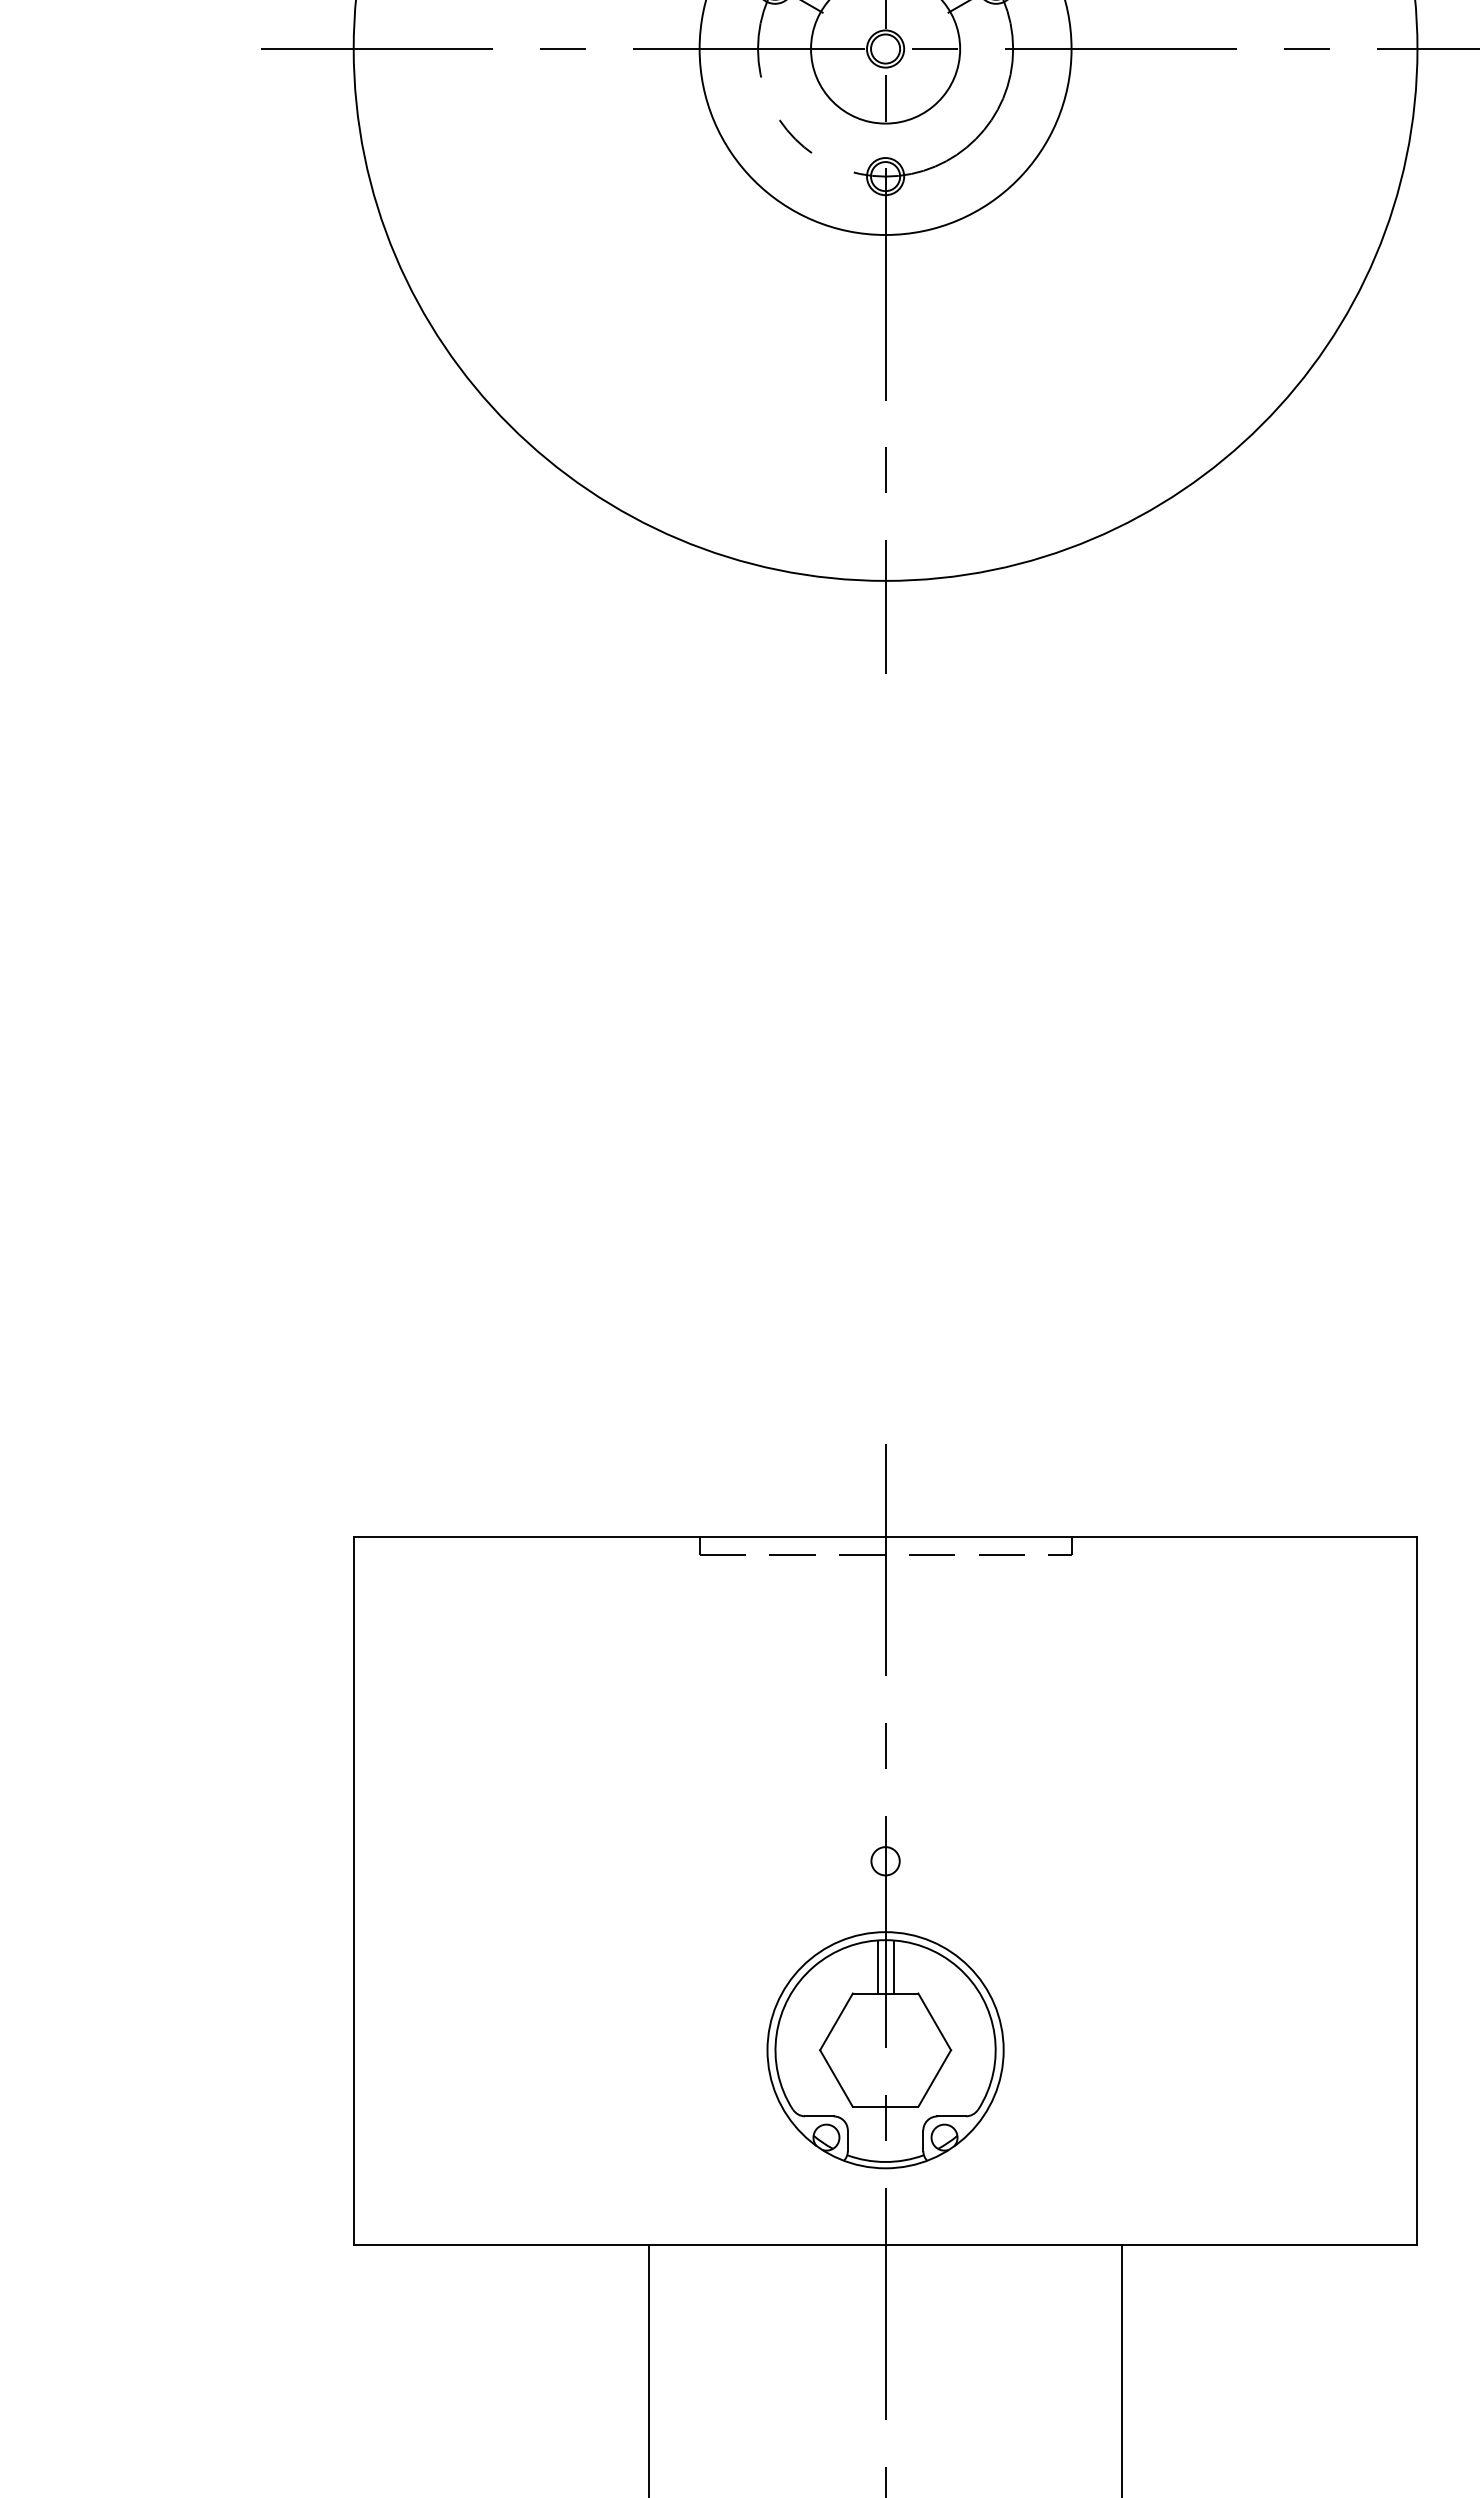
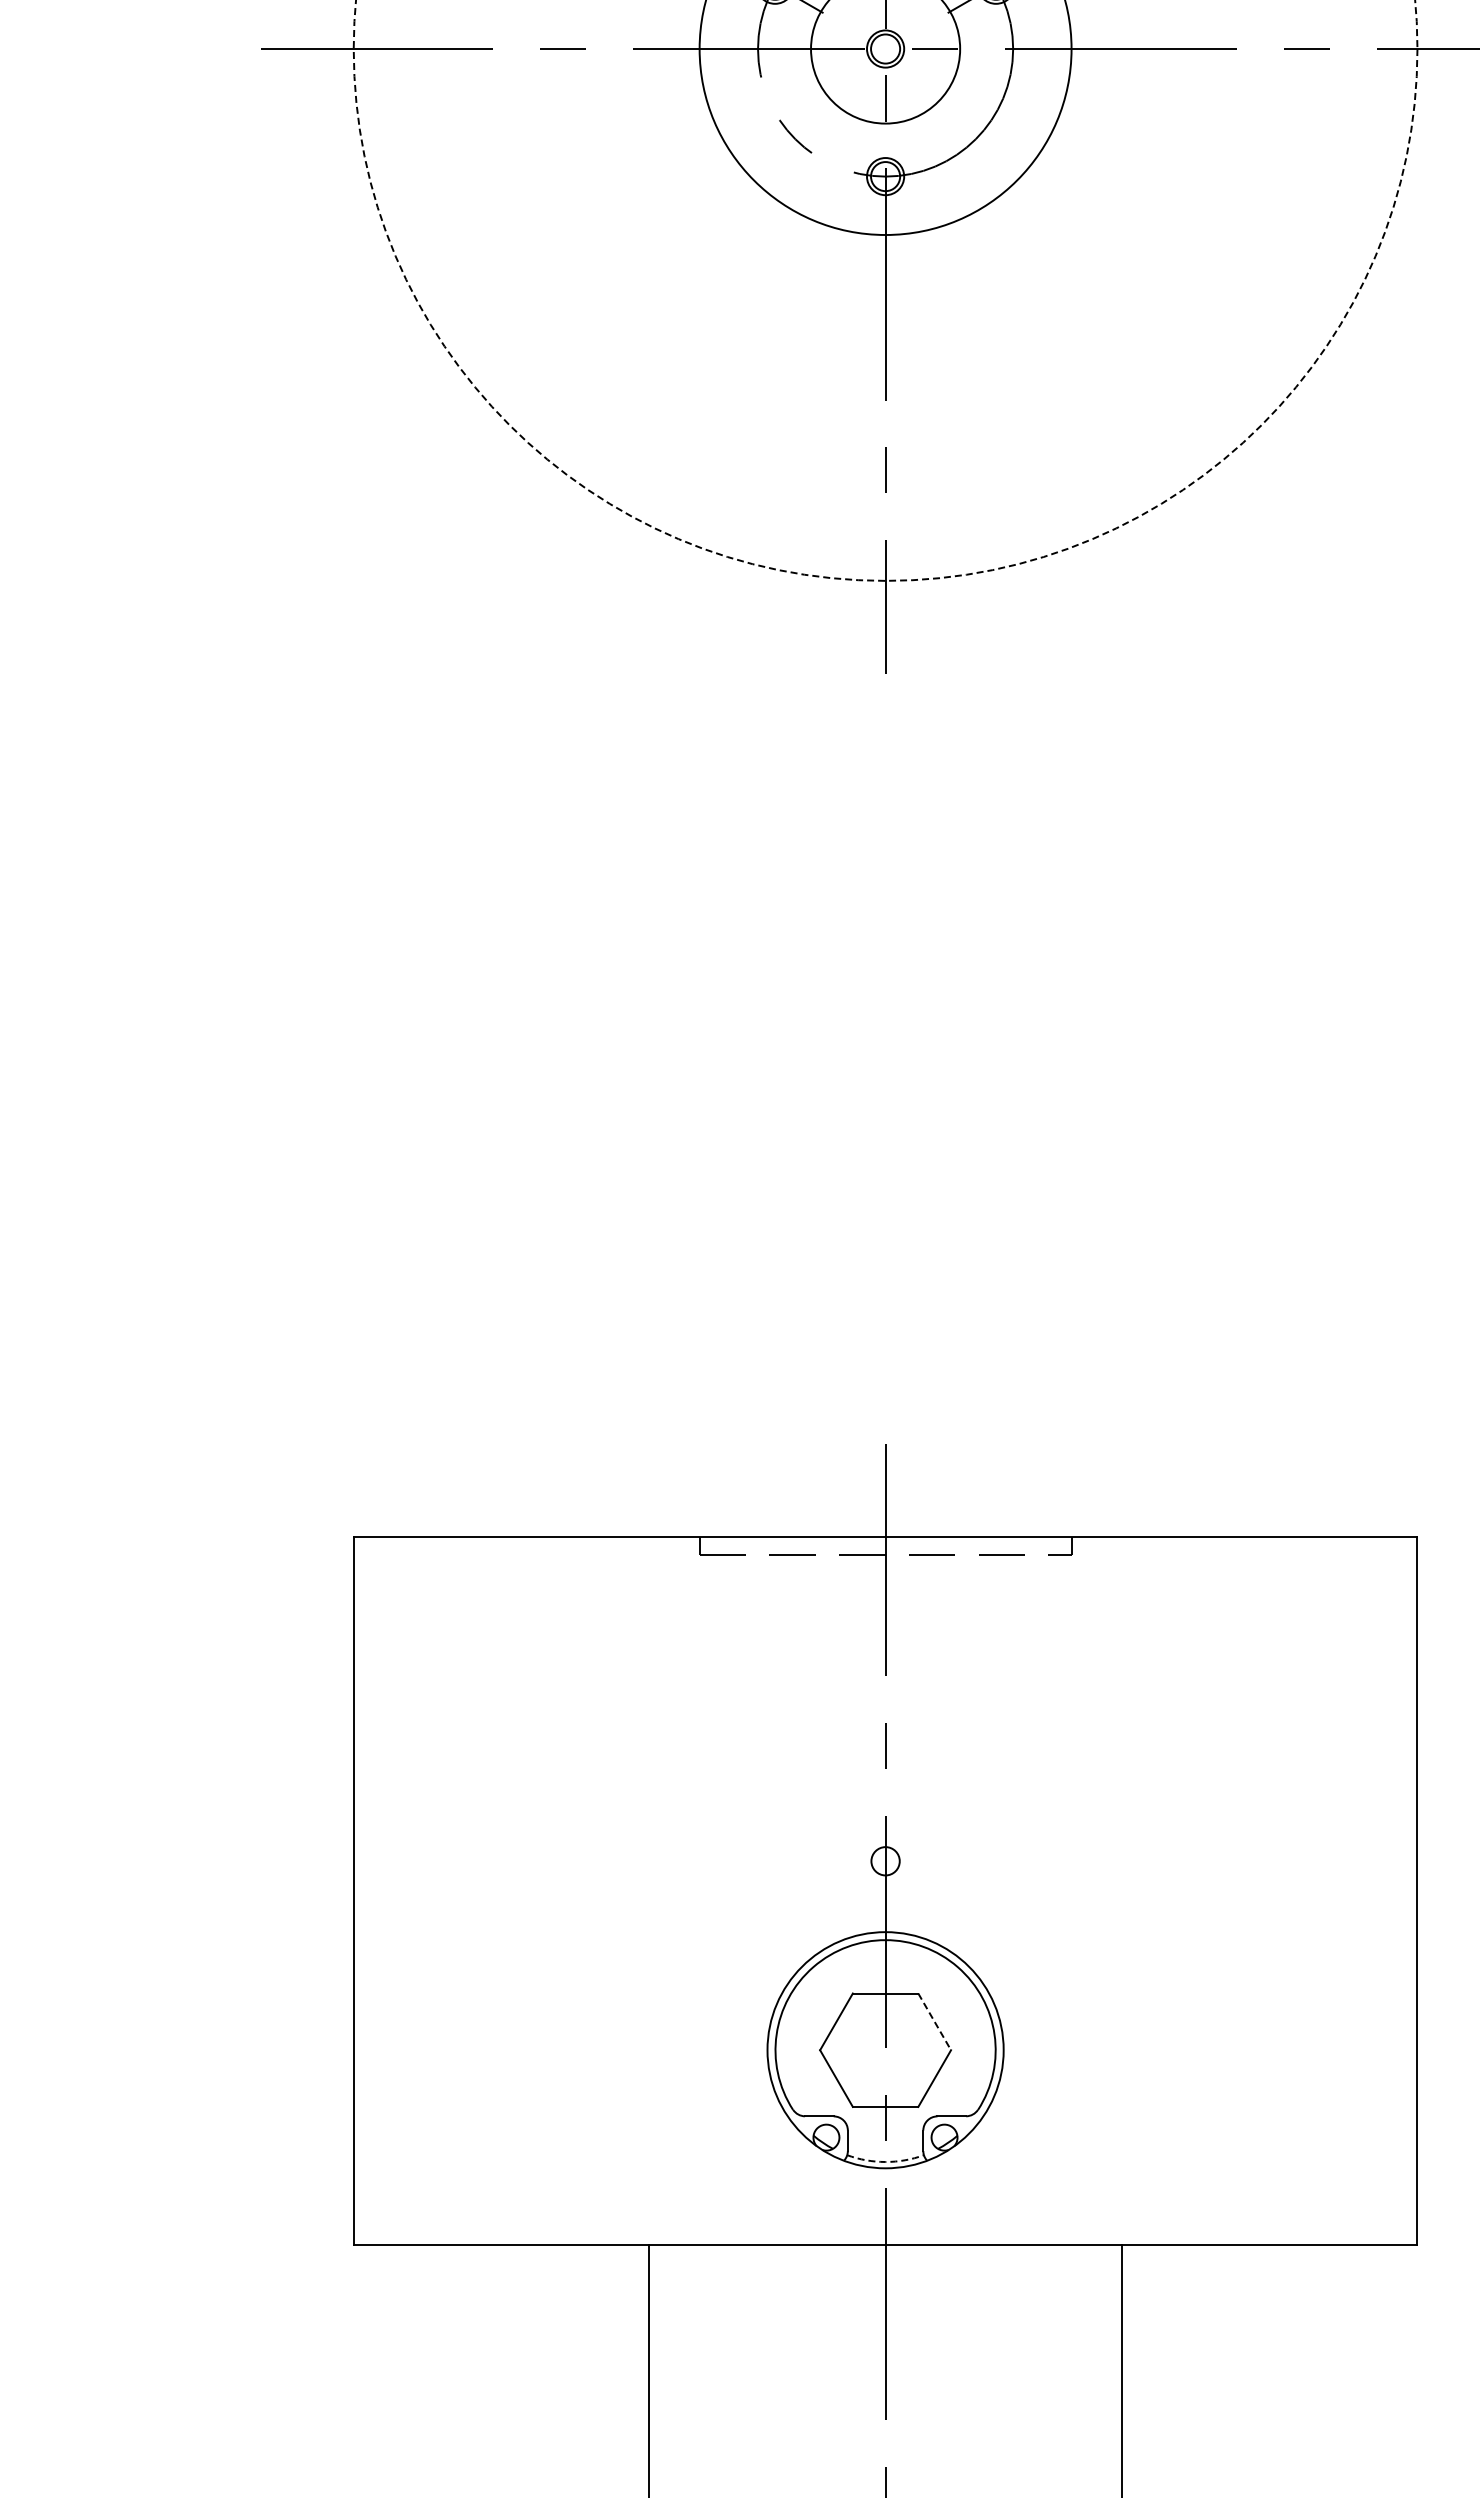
circle at (885, 290): solid -> dashed
line at (877, 1966): present -> none
line at (893, 1966): present -> none
line at (934, 2021): solid -> dashed
arc at (885, 2162): solid -> dashed
